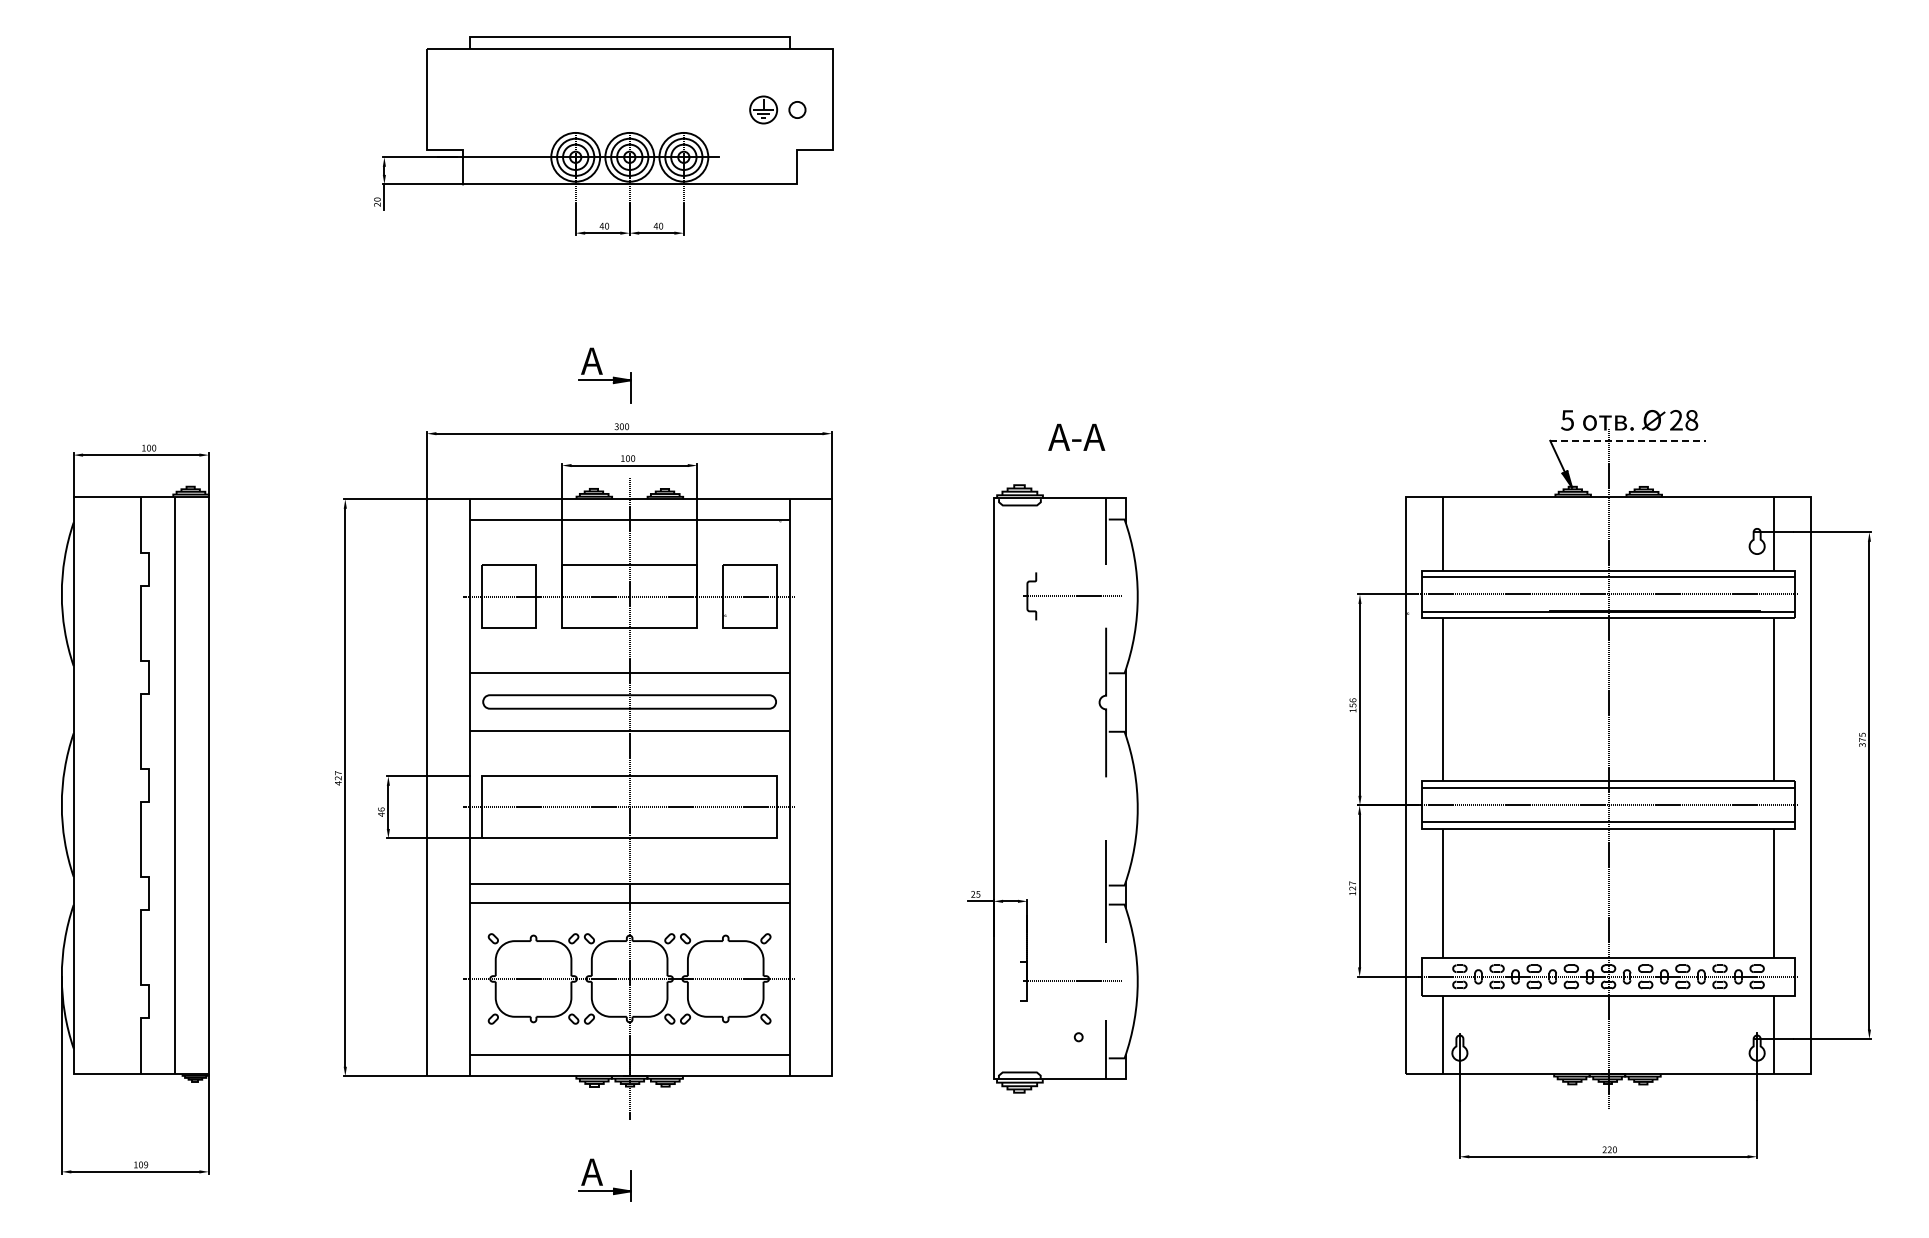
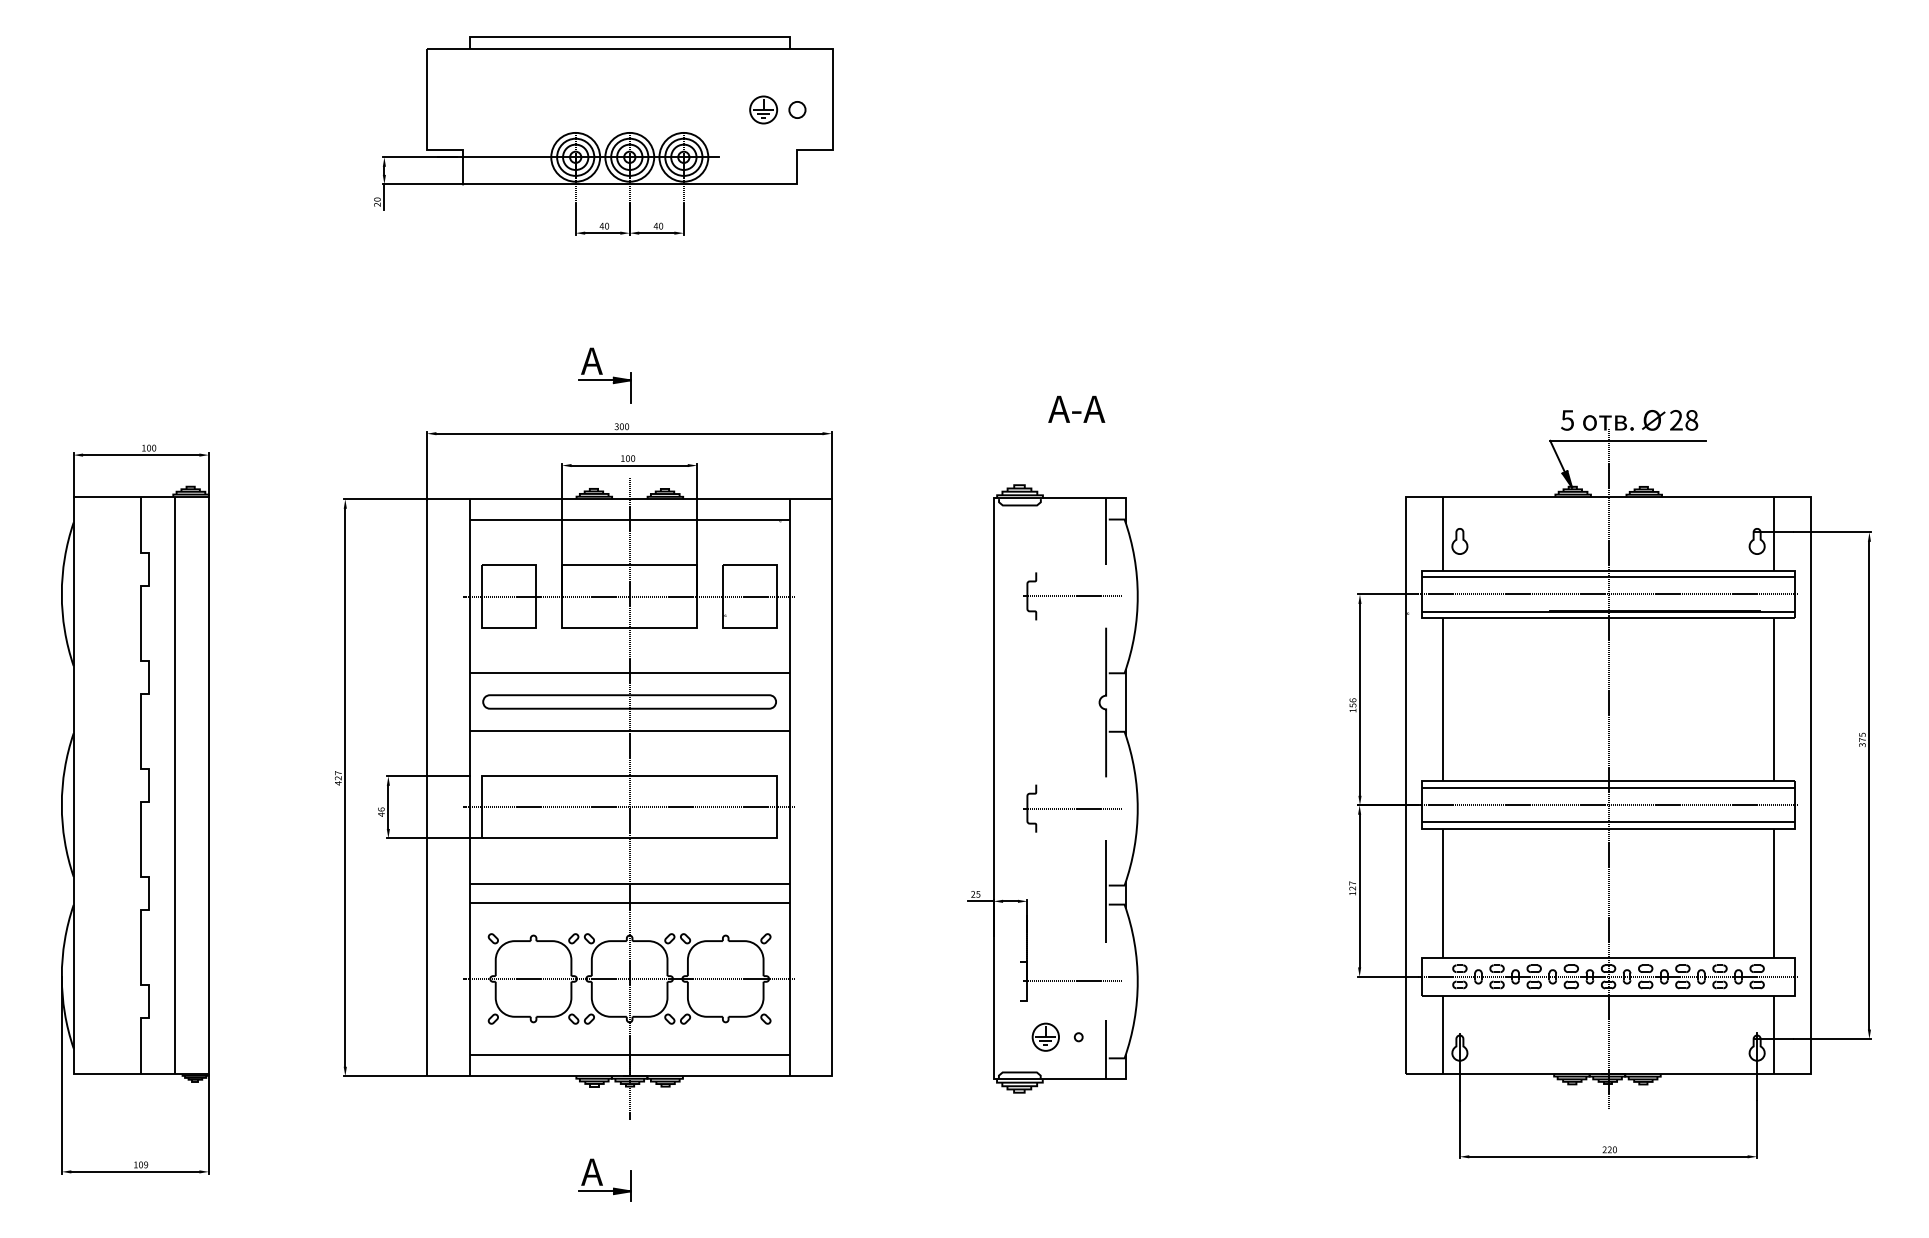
text at (1076, 436) position: (1076, 436) -> (1076, 408)
line at (1628, 440): dashed -> solid
part at (1459, 541): none -> present
part at (1072, 808): none -> present
part at (1045, 1036): none -> present
